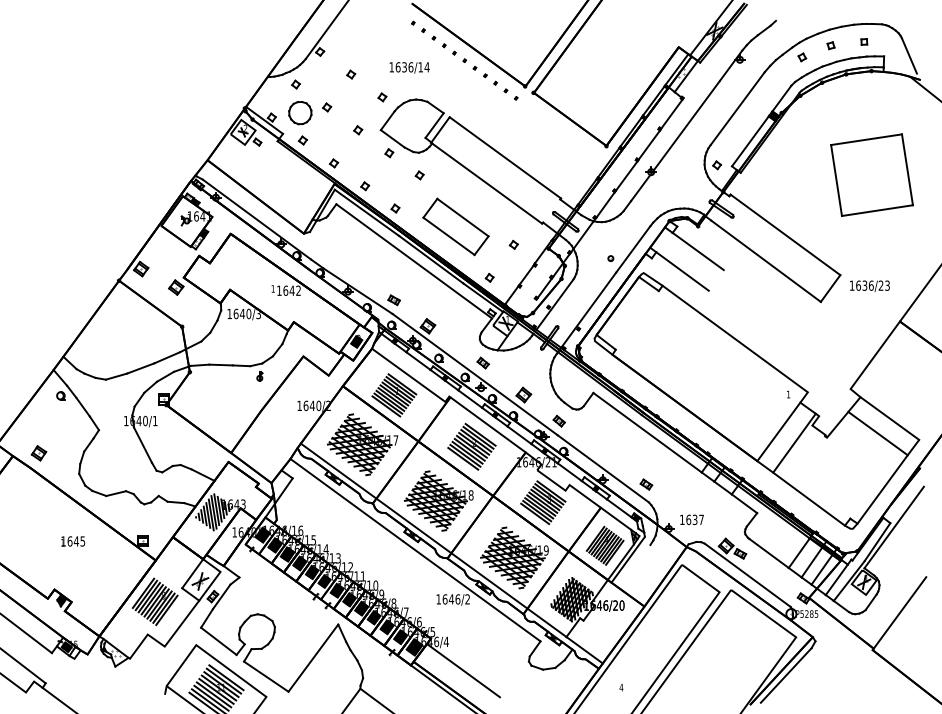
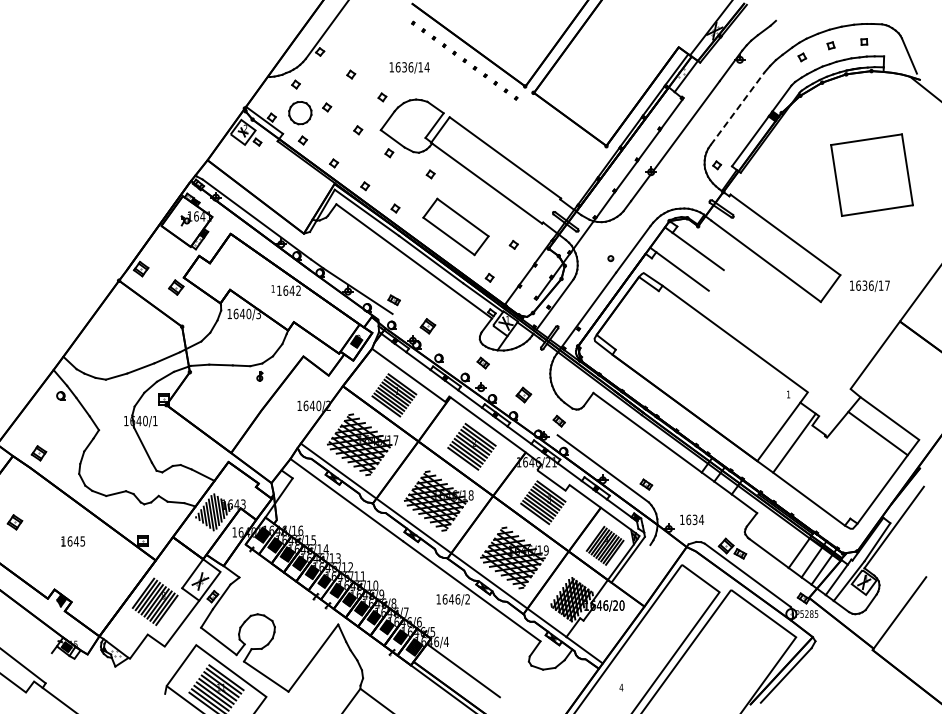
line at (737, 108): solid -> dashed
part at (419, 175) position: (419, 175) -> (430, 174)
text at (883, 285): 1636/23 -> 1636/17
line at (474, 374): present -> none
text at (701, 519): 1637 -> 1634
part at (14, 522): none -> present
line at (26, 634): present -> none
